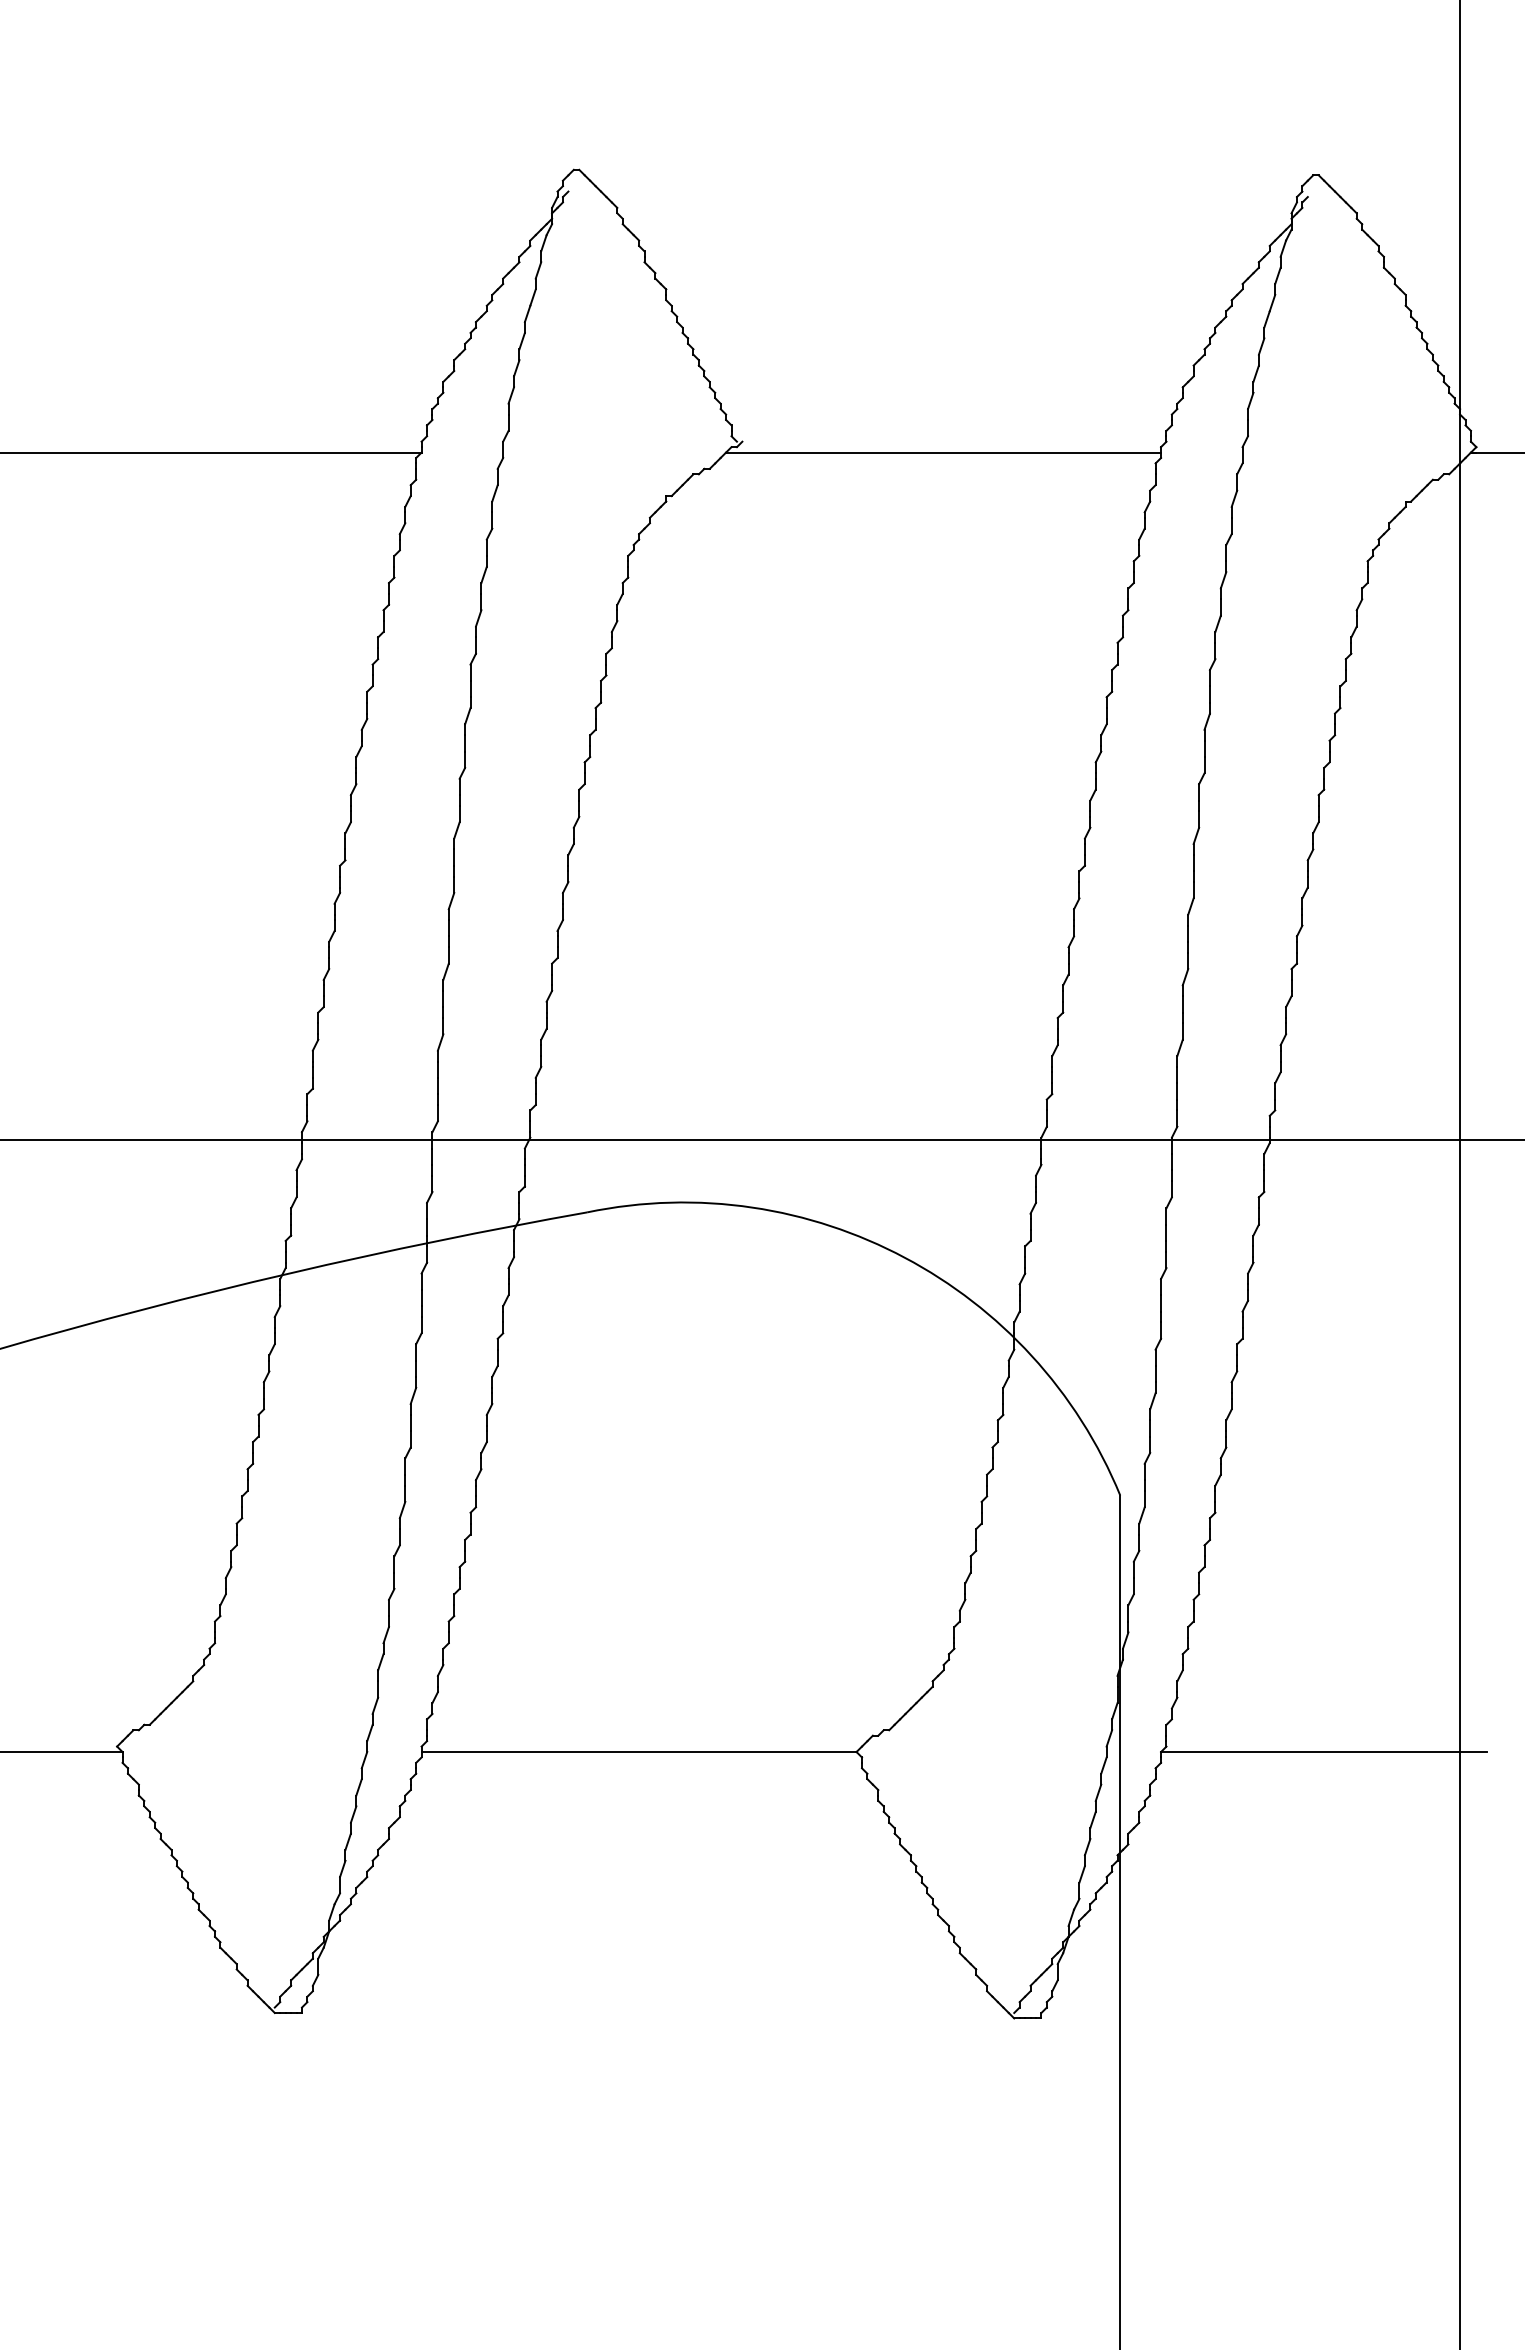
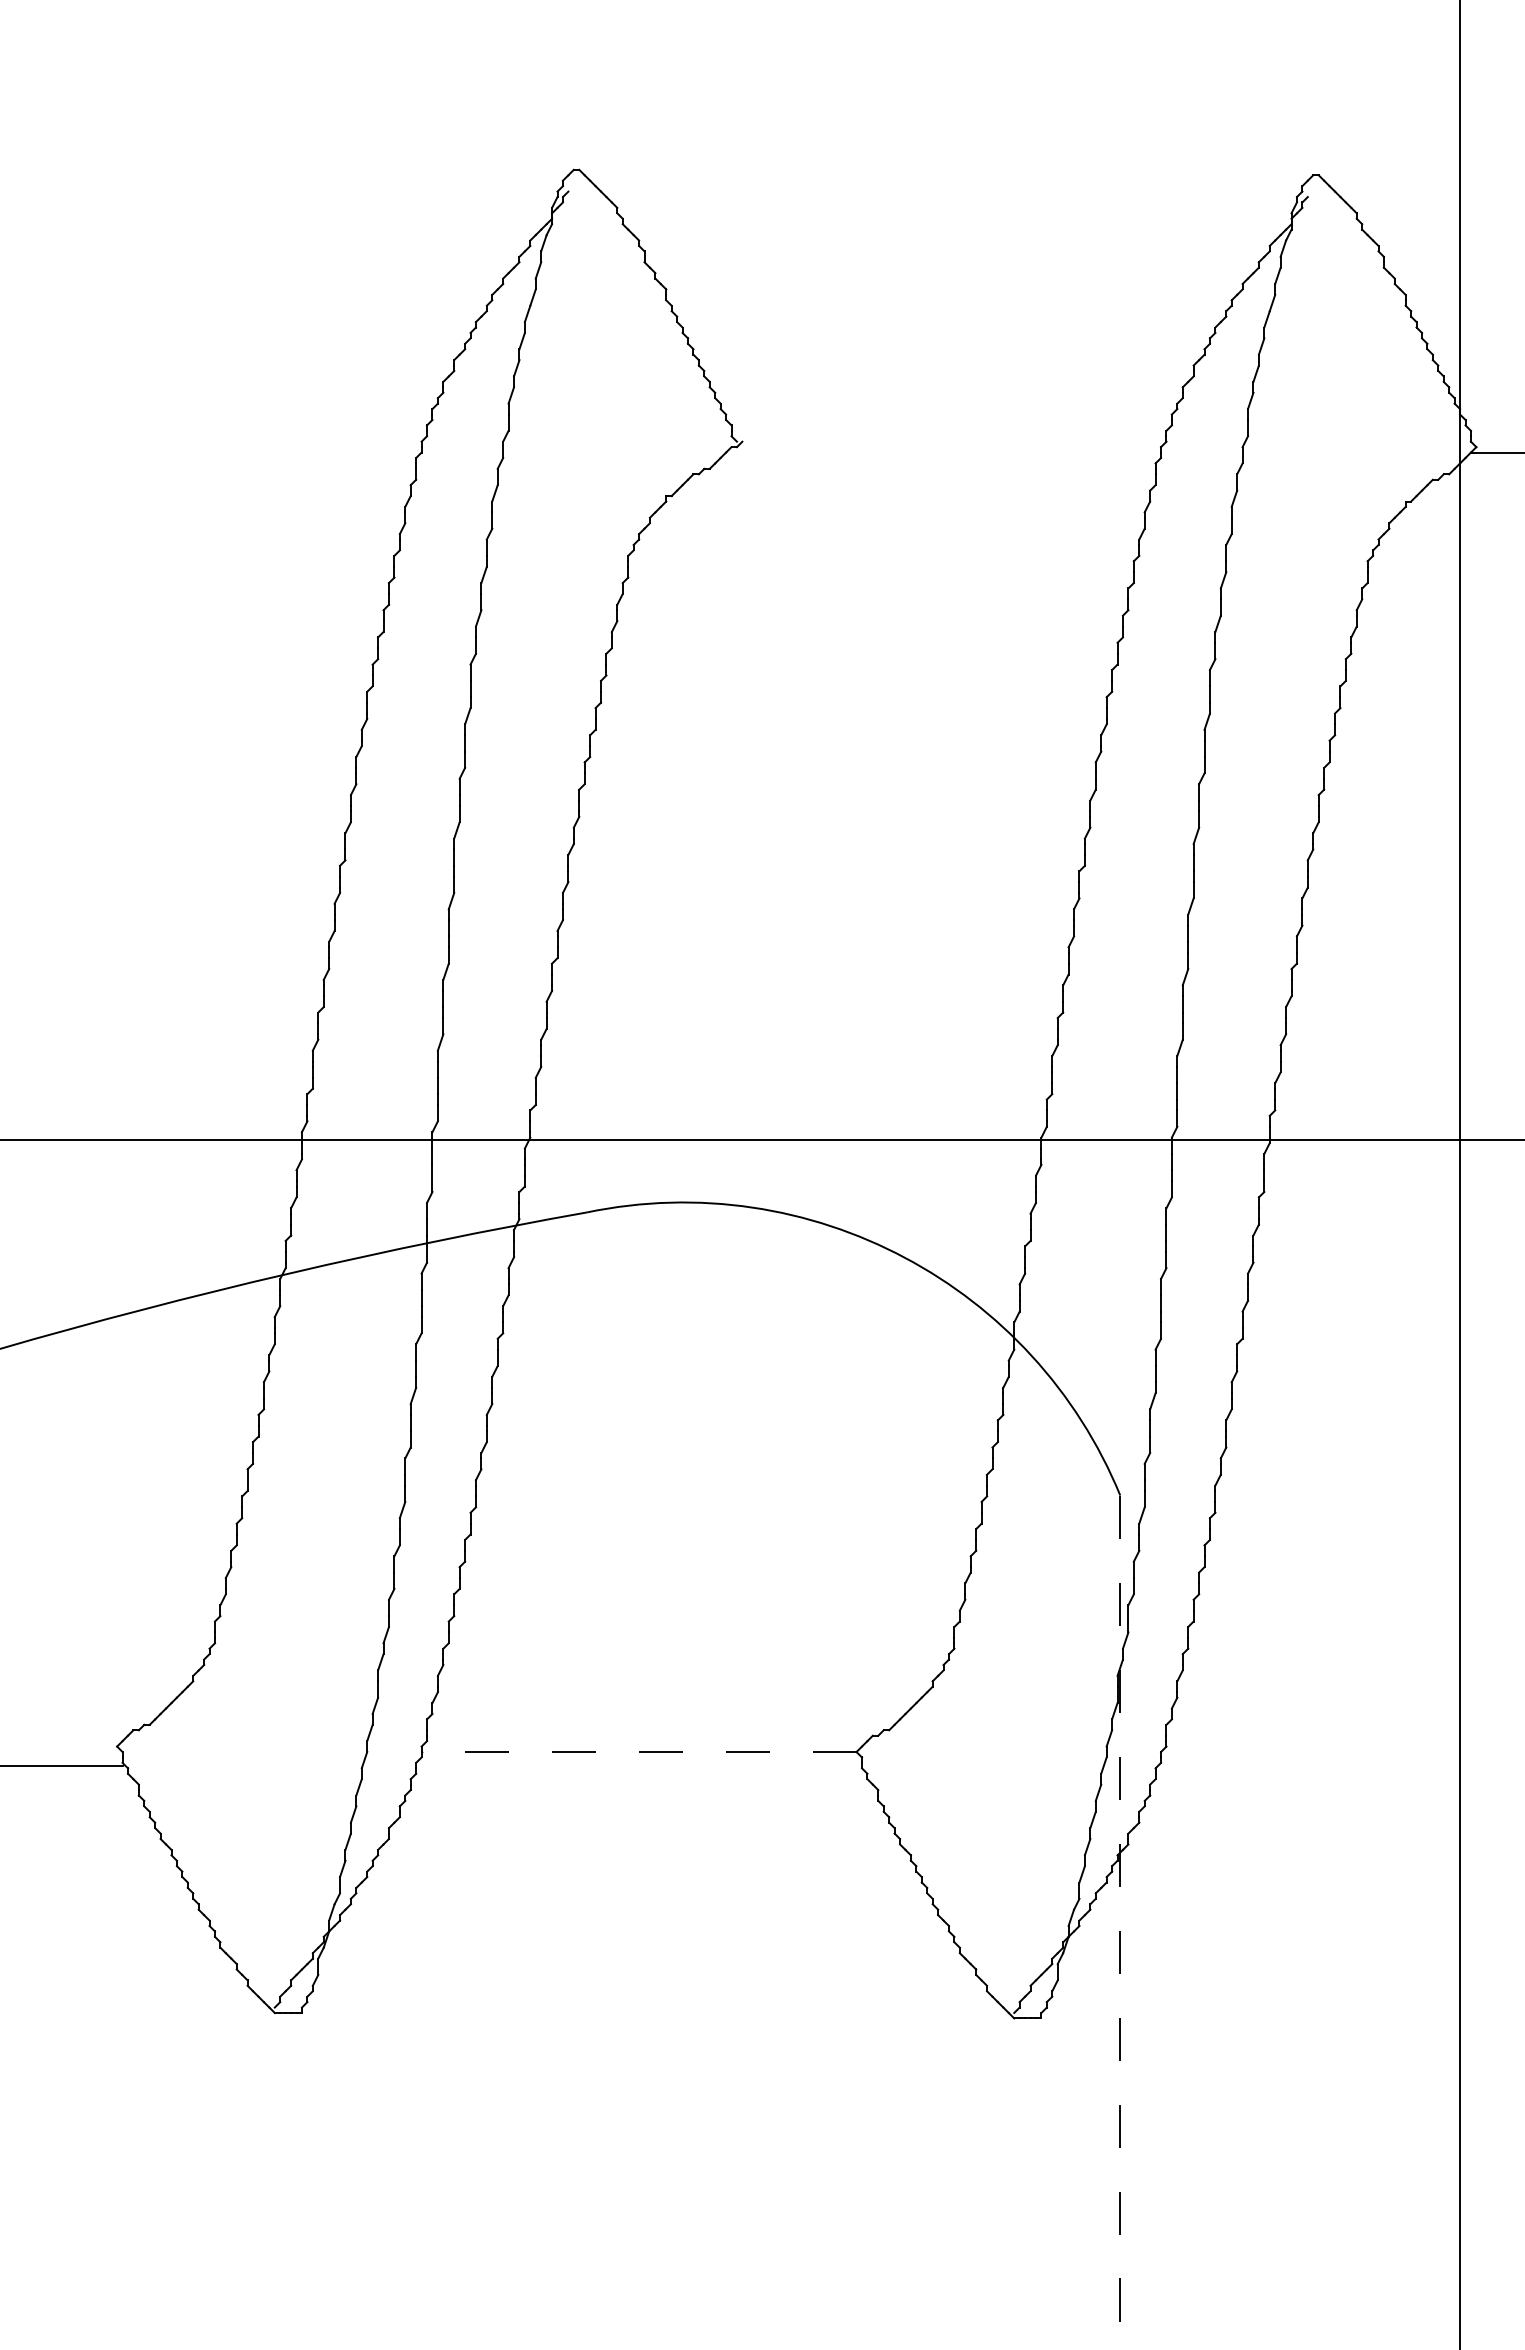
line at (211, 452): present -> none
line at (943, 452): present -> none
line at (62, 1752) position: (62, 1752) -> (62, 1766)
line at (638, 1752): solid -> dashed
line at (1324, 1752): present -> none
line at (1120, 1922): solid -> dashed
